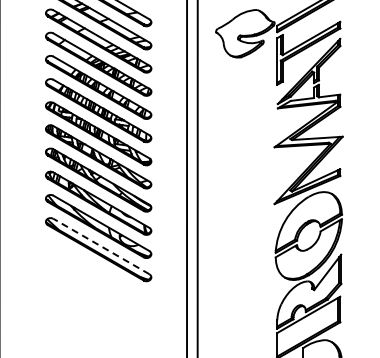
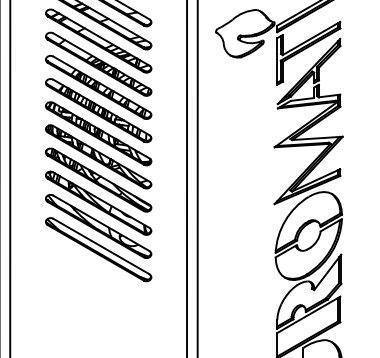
line at (10, 178): none -> present
line at (100, 246): dashed -> solid
